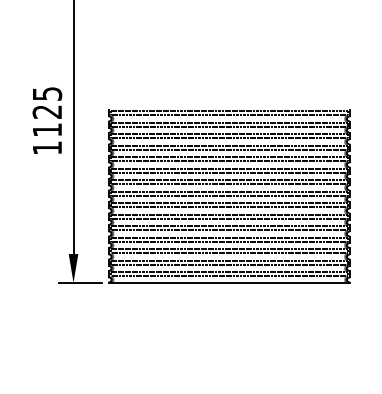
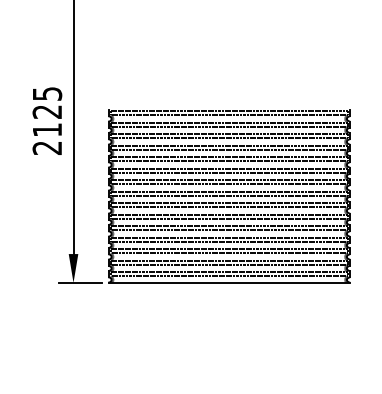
text at (46, 147): 1125 -> 2125
